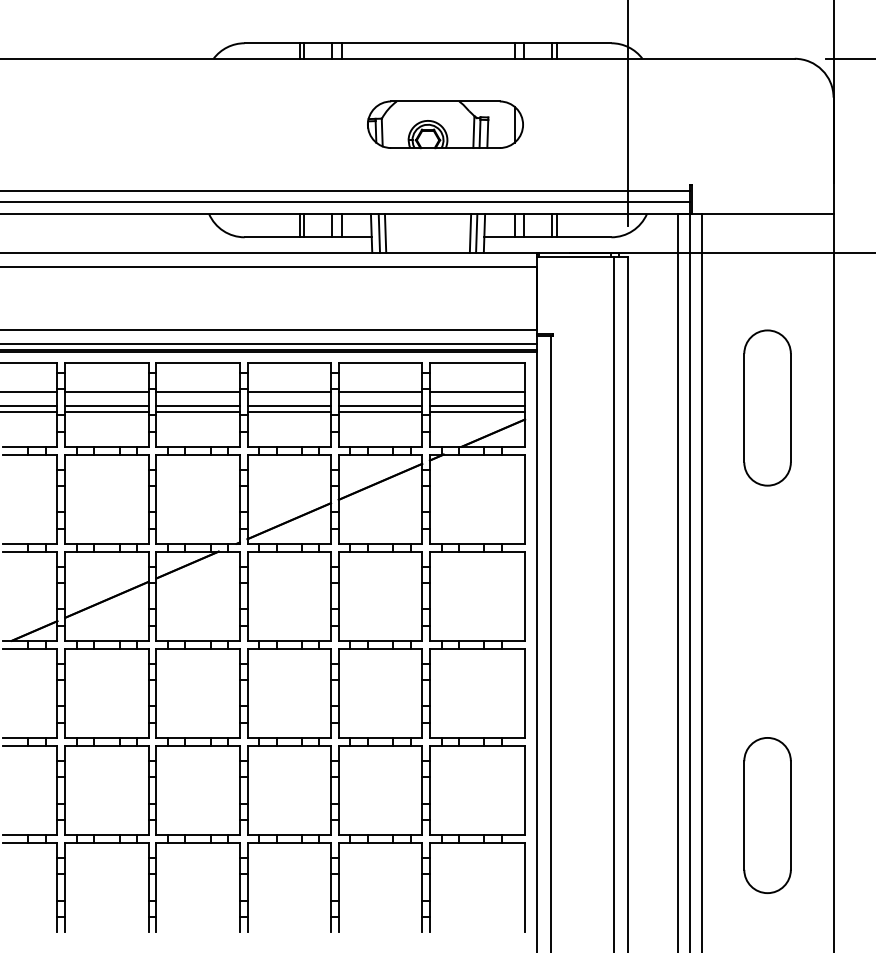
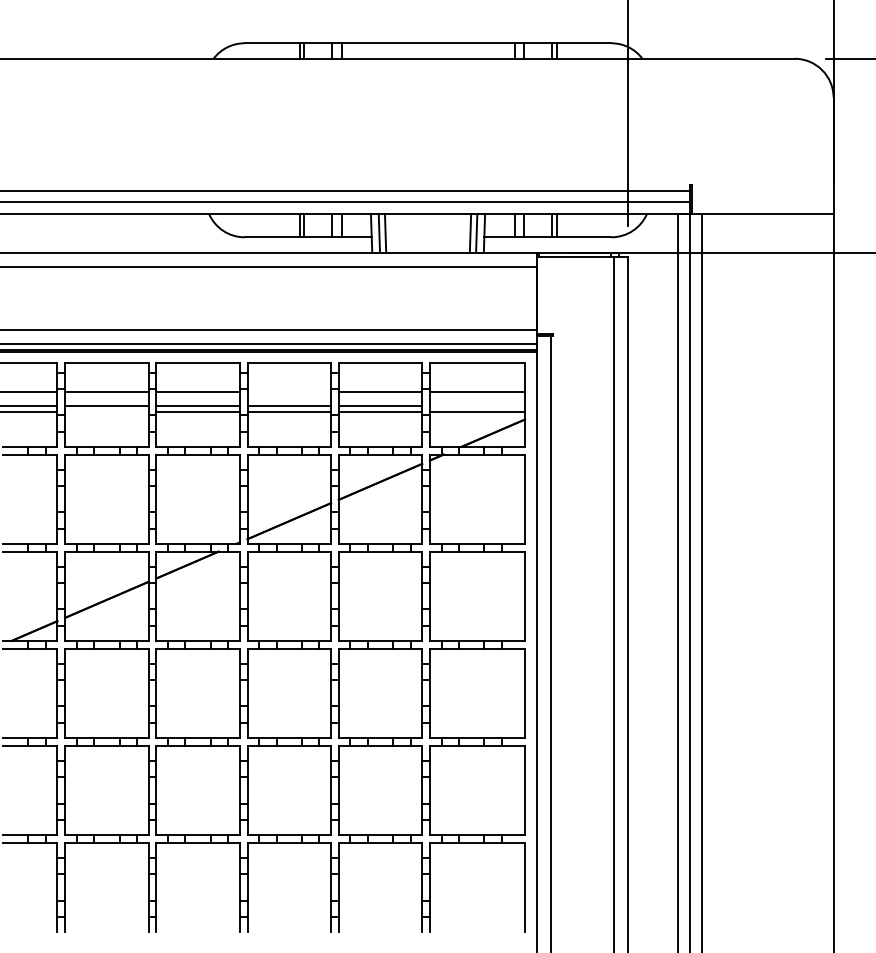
part at (445, 124): present -> none
line at (289, 392): present -> none
line at (477, 406): present -> none
part at (767, 407): present -> none
line at (106, 412): present -> none
part at (767, 815): present -> none
